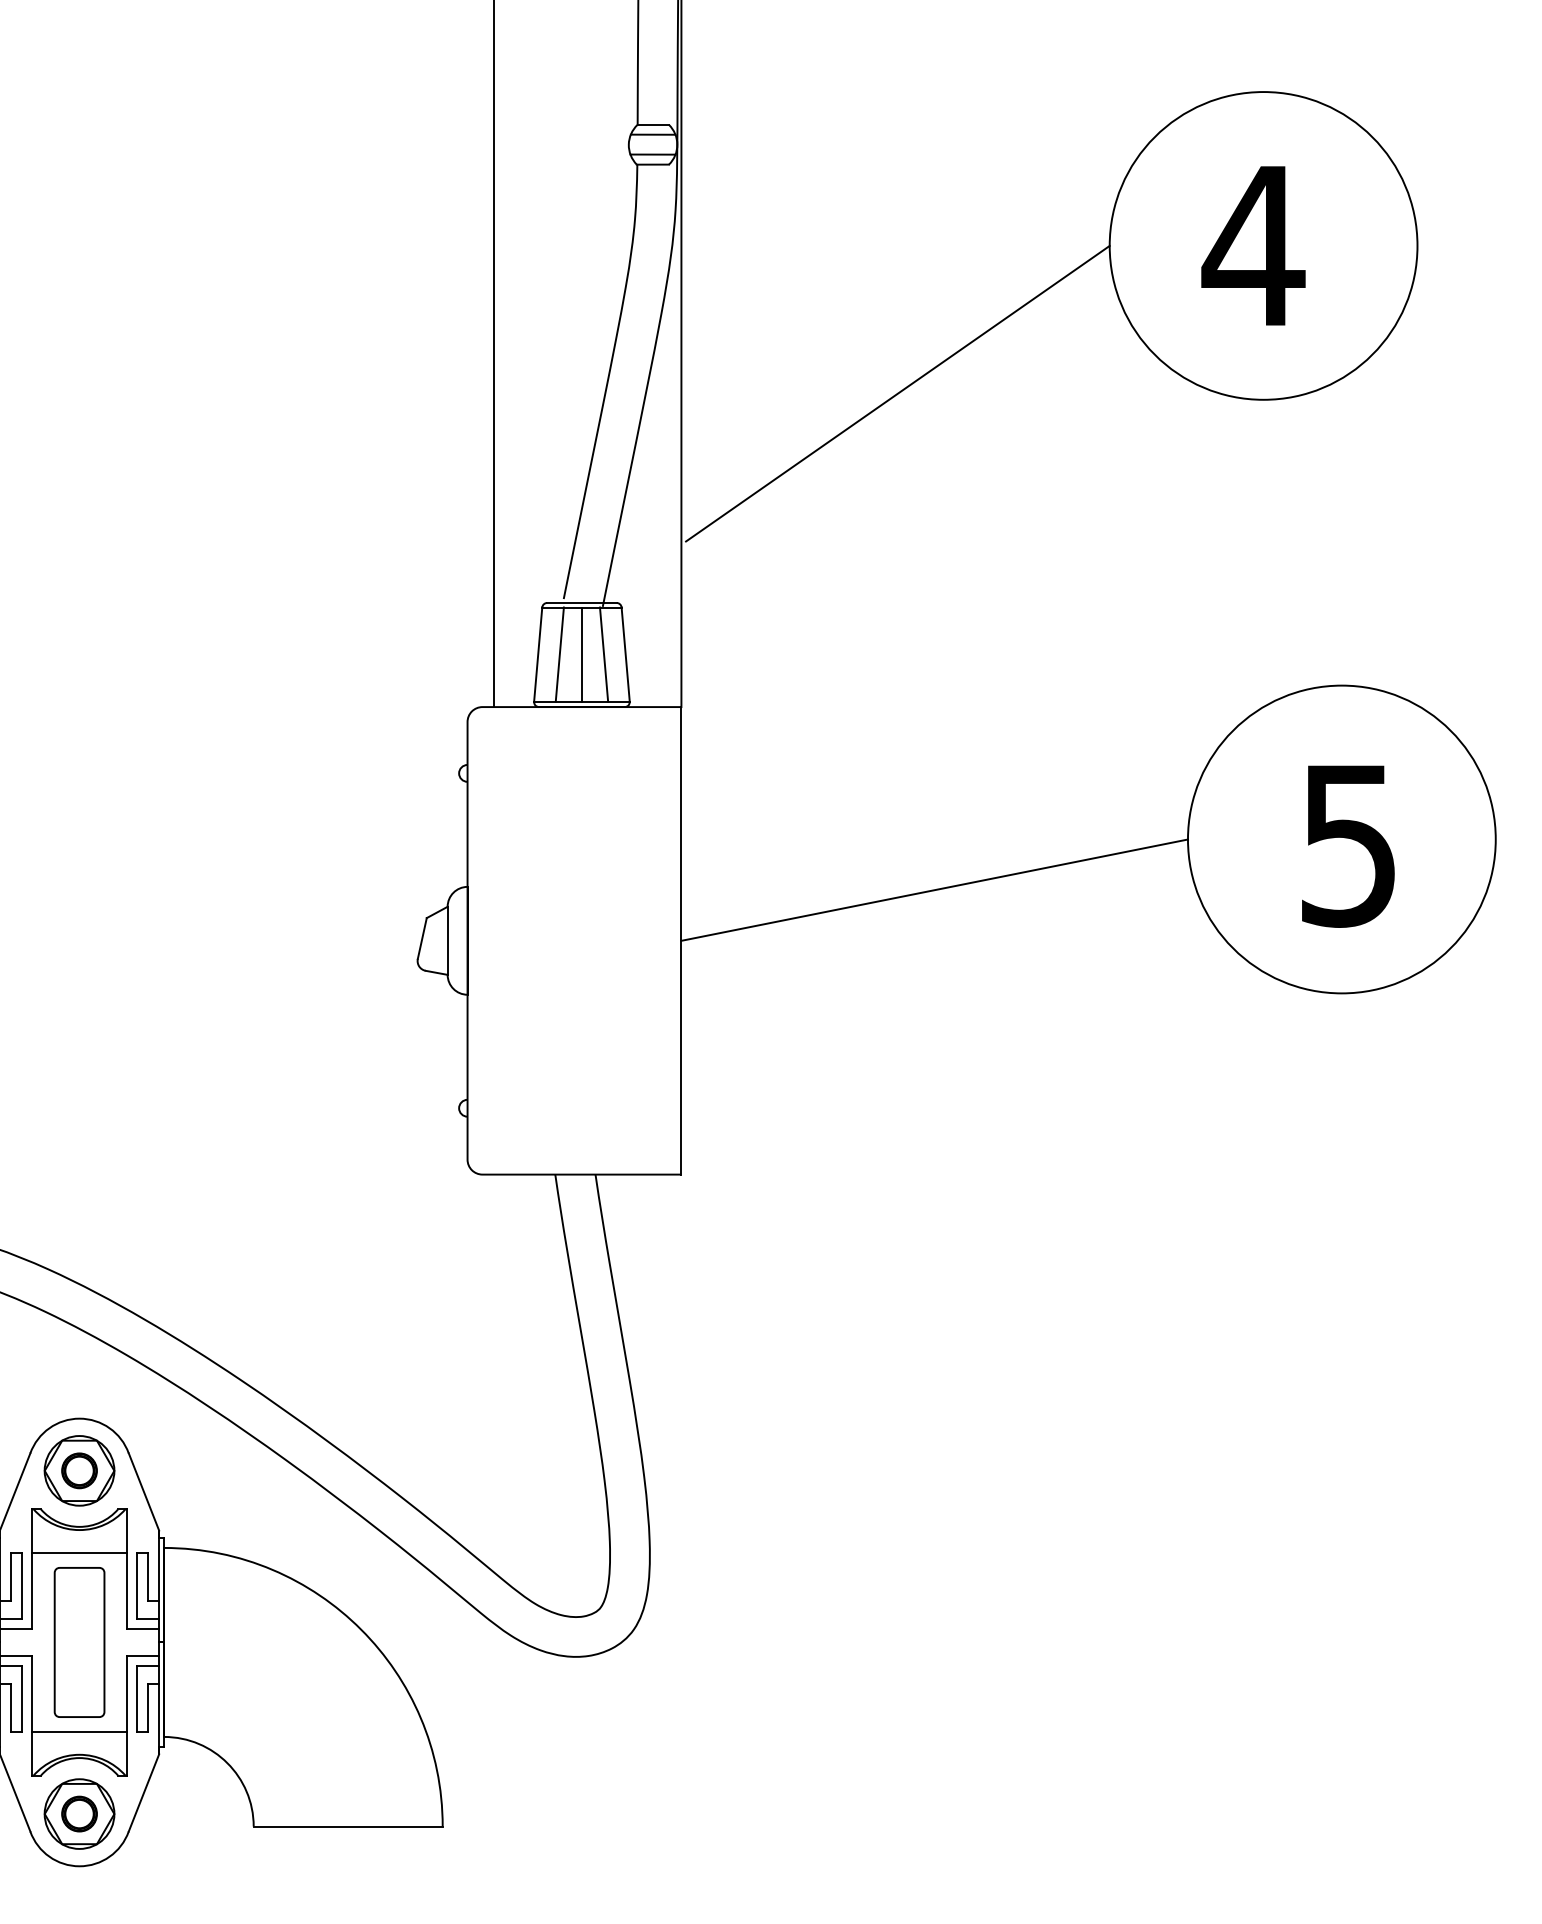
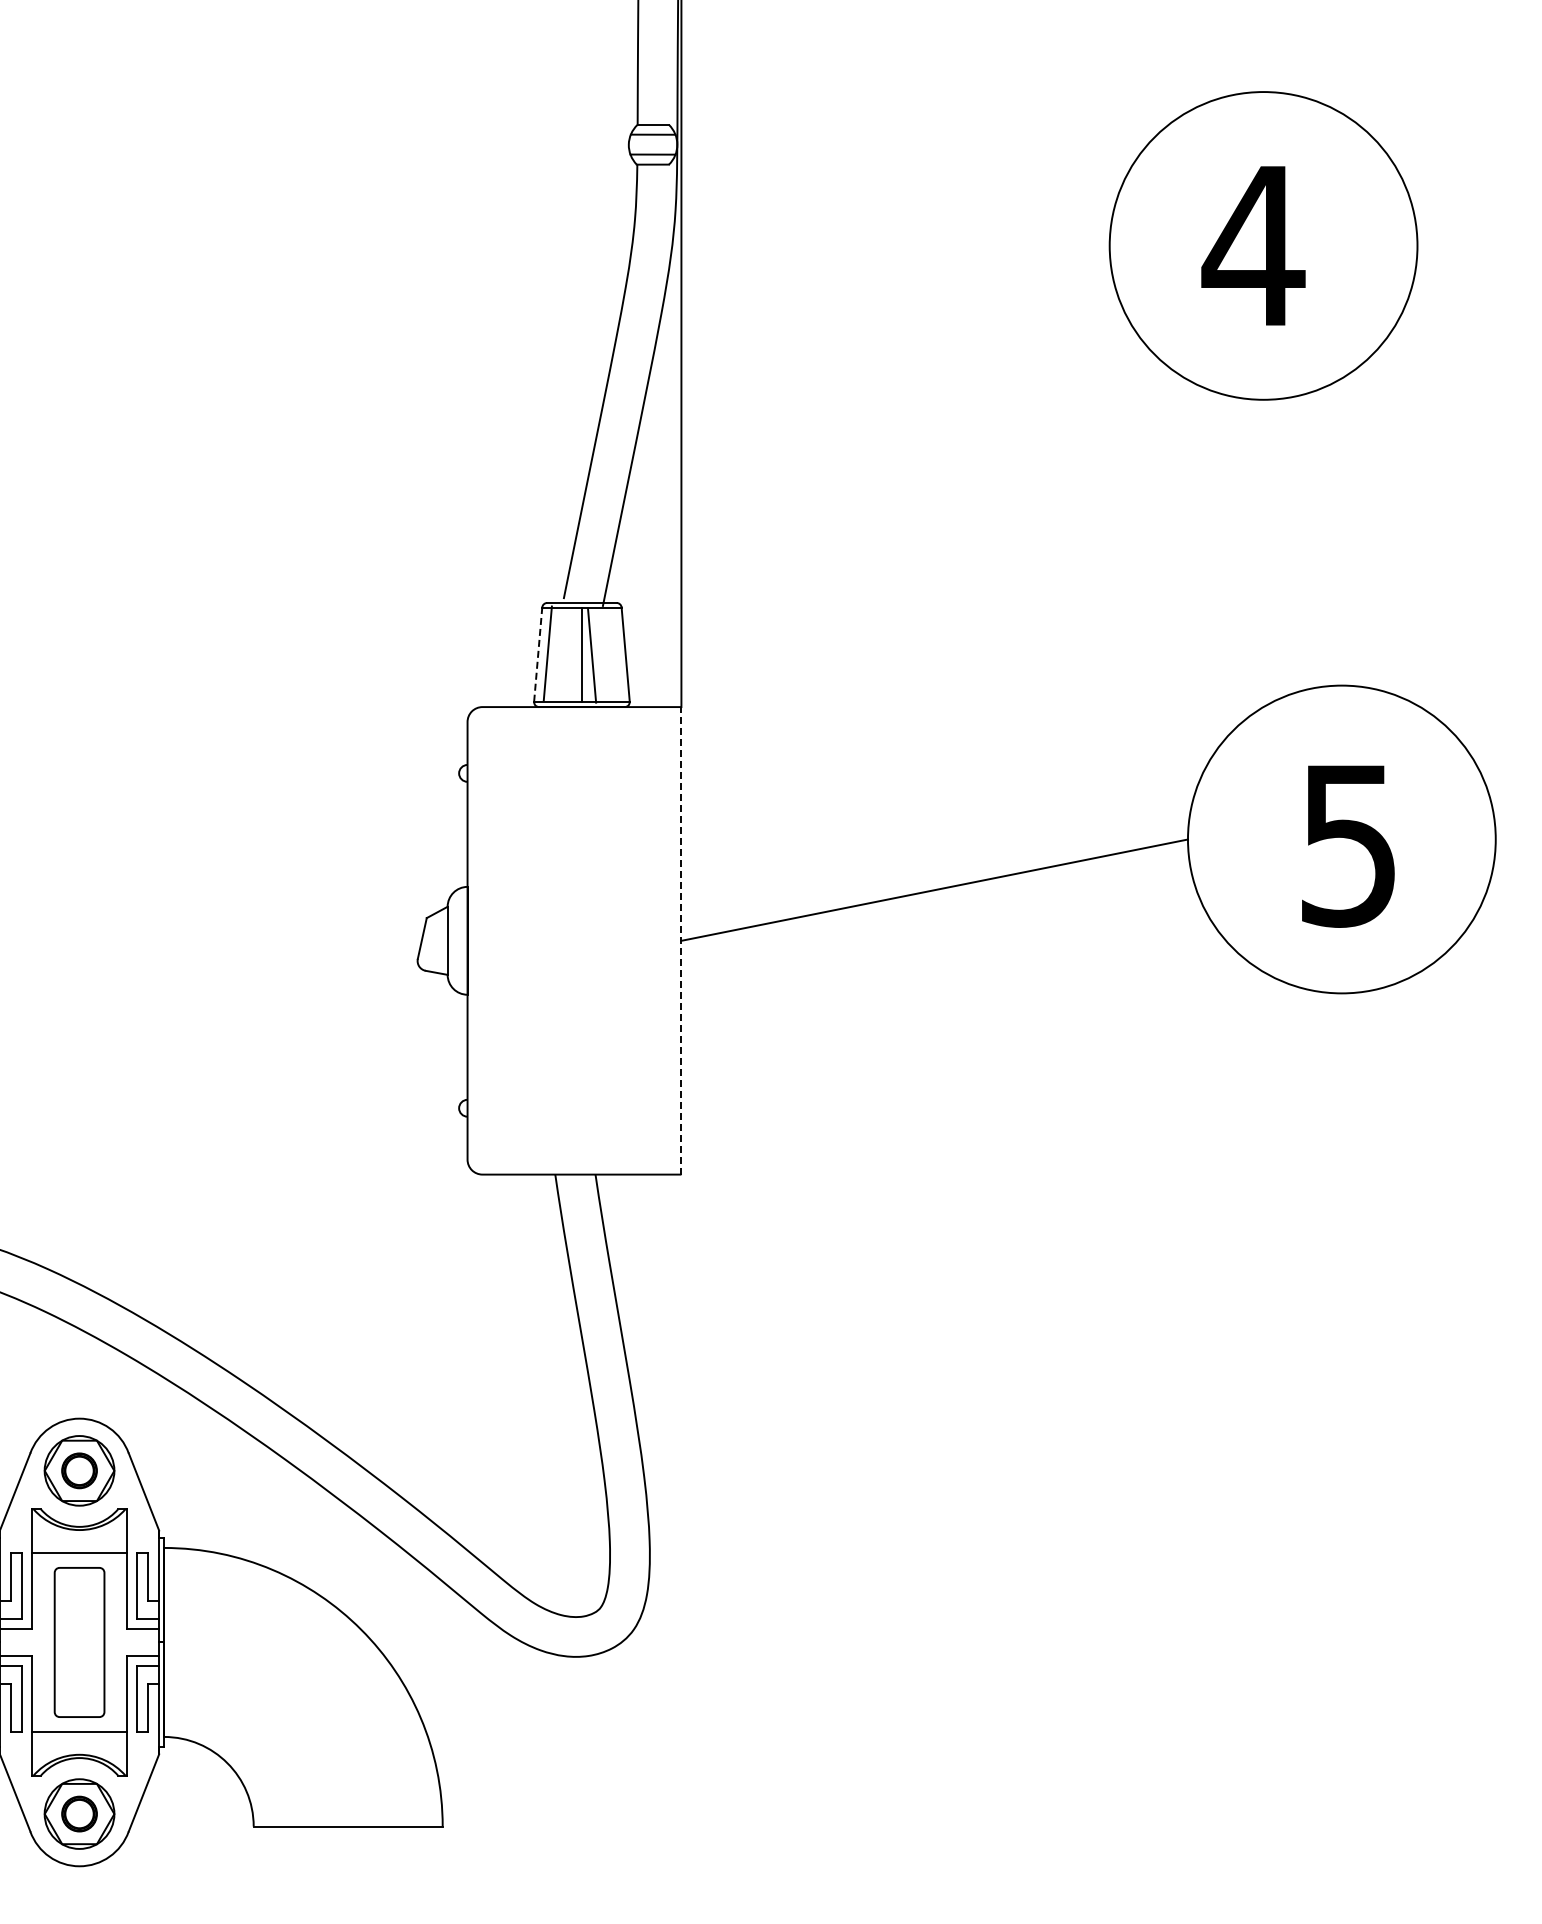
line at (493, 354): present -> none
line at (897, 393): present -> none
line at (538, 654): solid -> dashed
line at (559, 654) position: (559, 654) -> (547, 653)
line at (603, 654) position: (603, 654) -> (591, 655)
line at (681, 940): solid -> dashed
